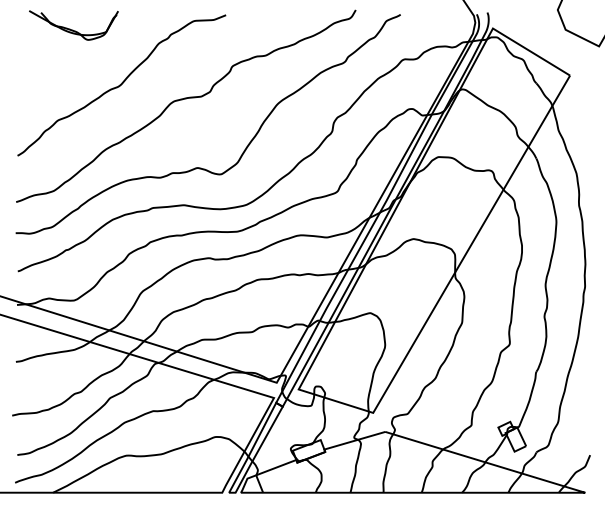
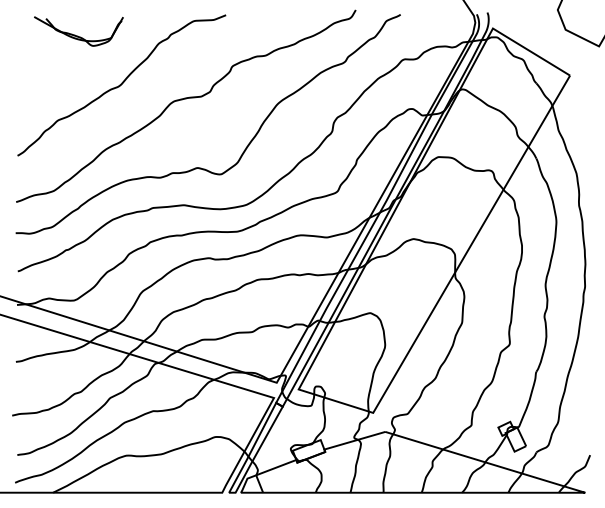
part at (73, 25) position: (73, 25) -> (78, 31)
